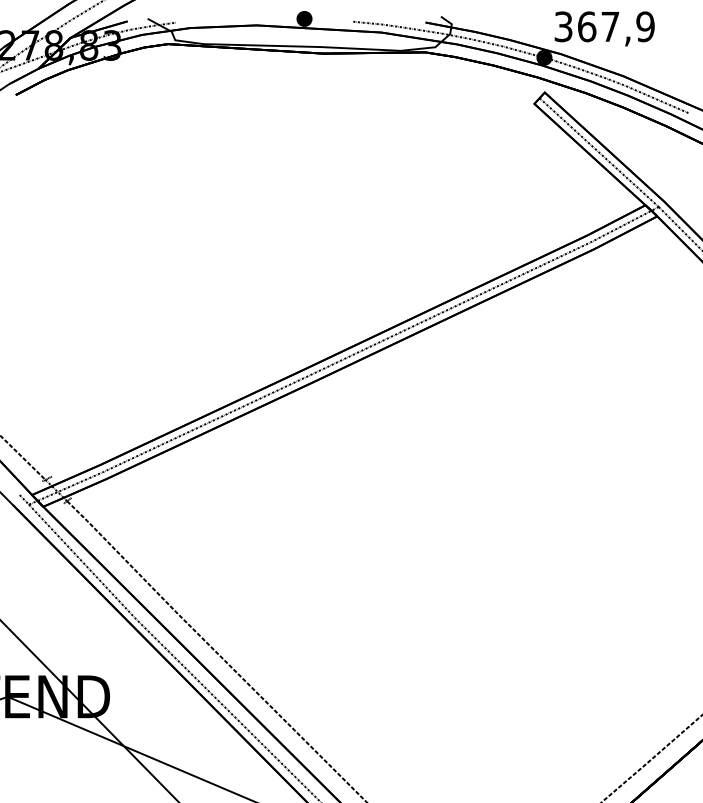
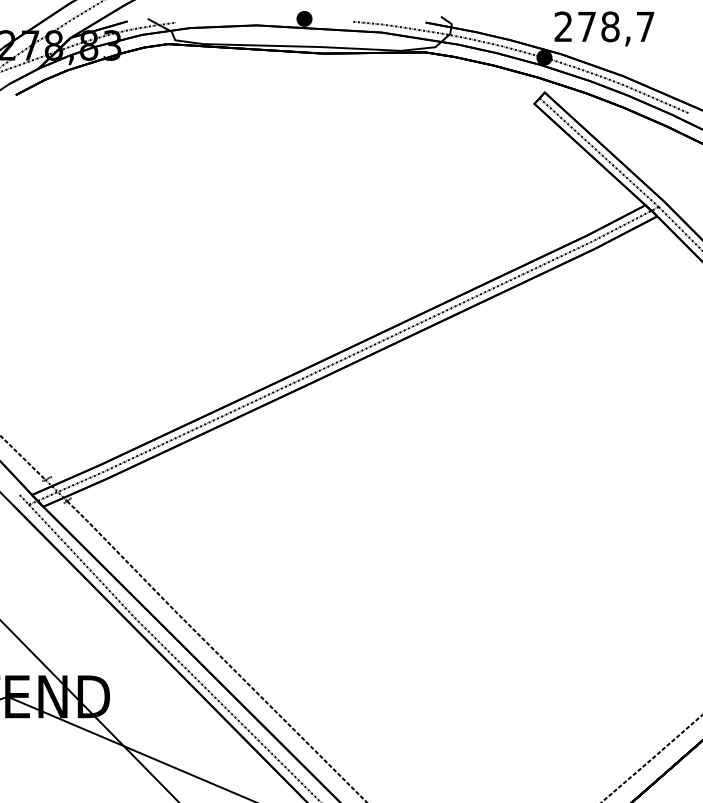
text at (604, 26): 367,9 -> 278,7
